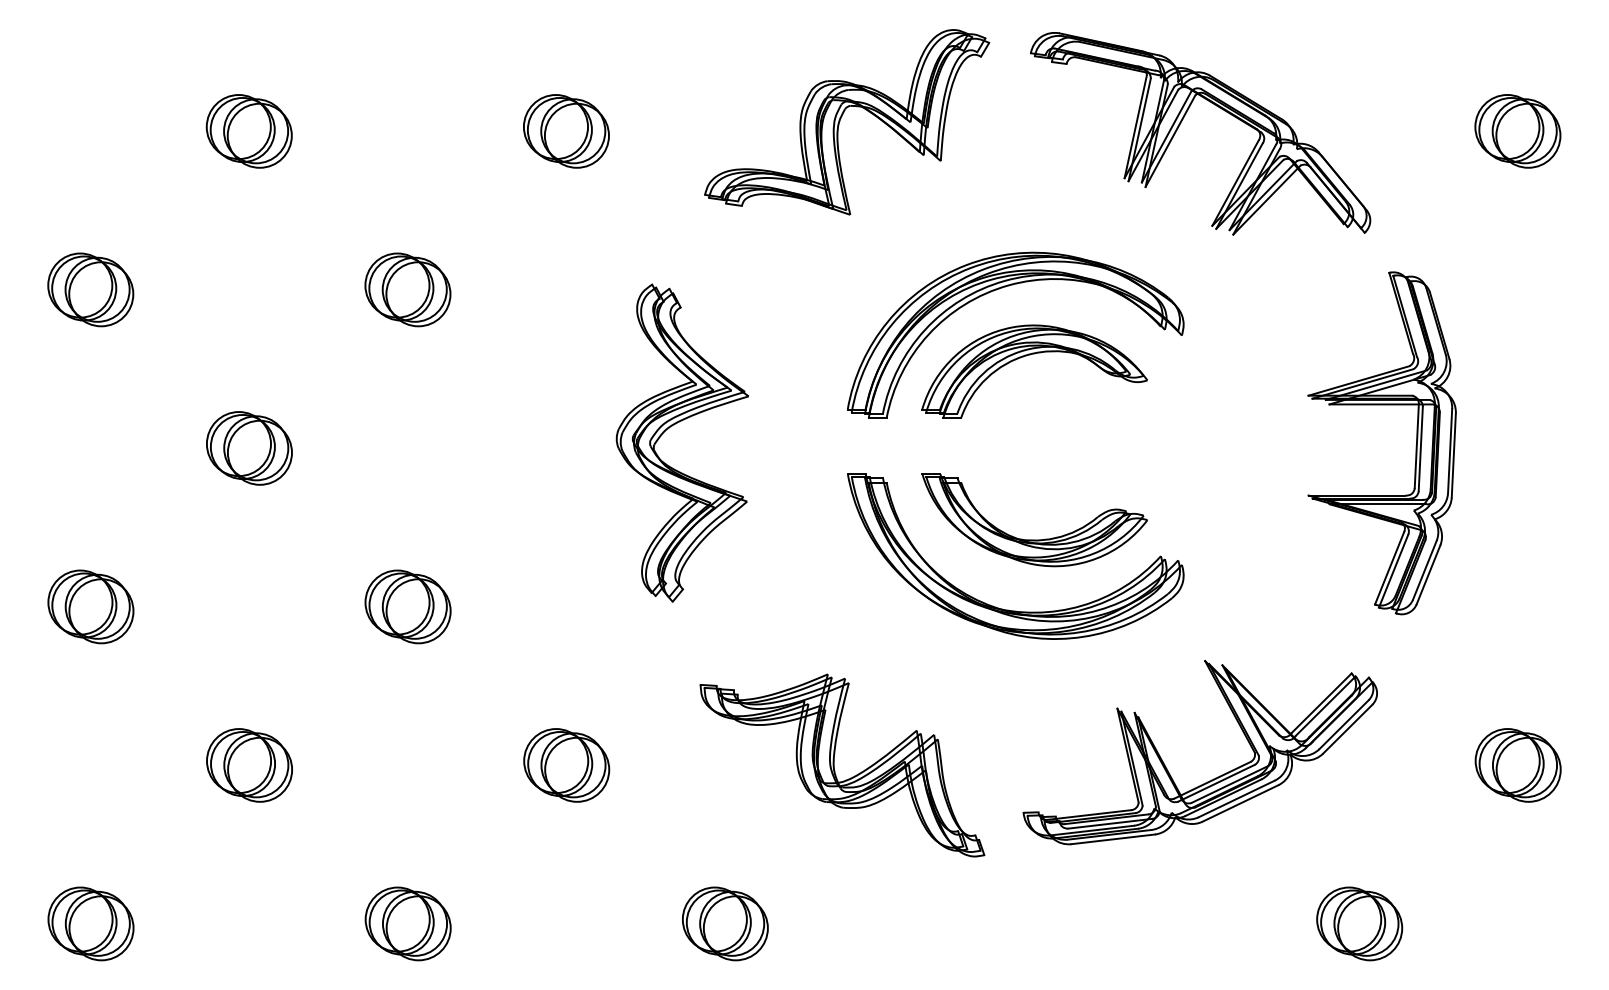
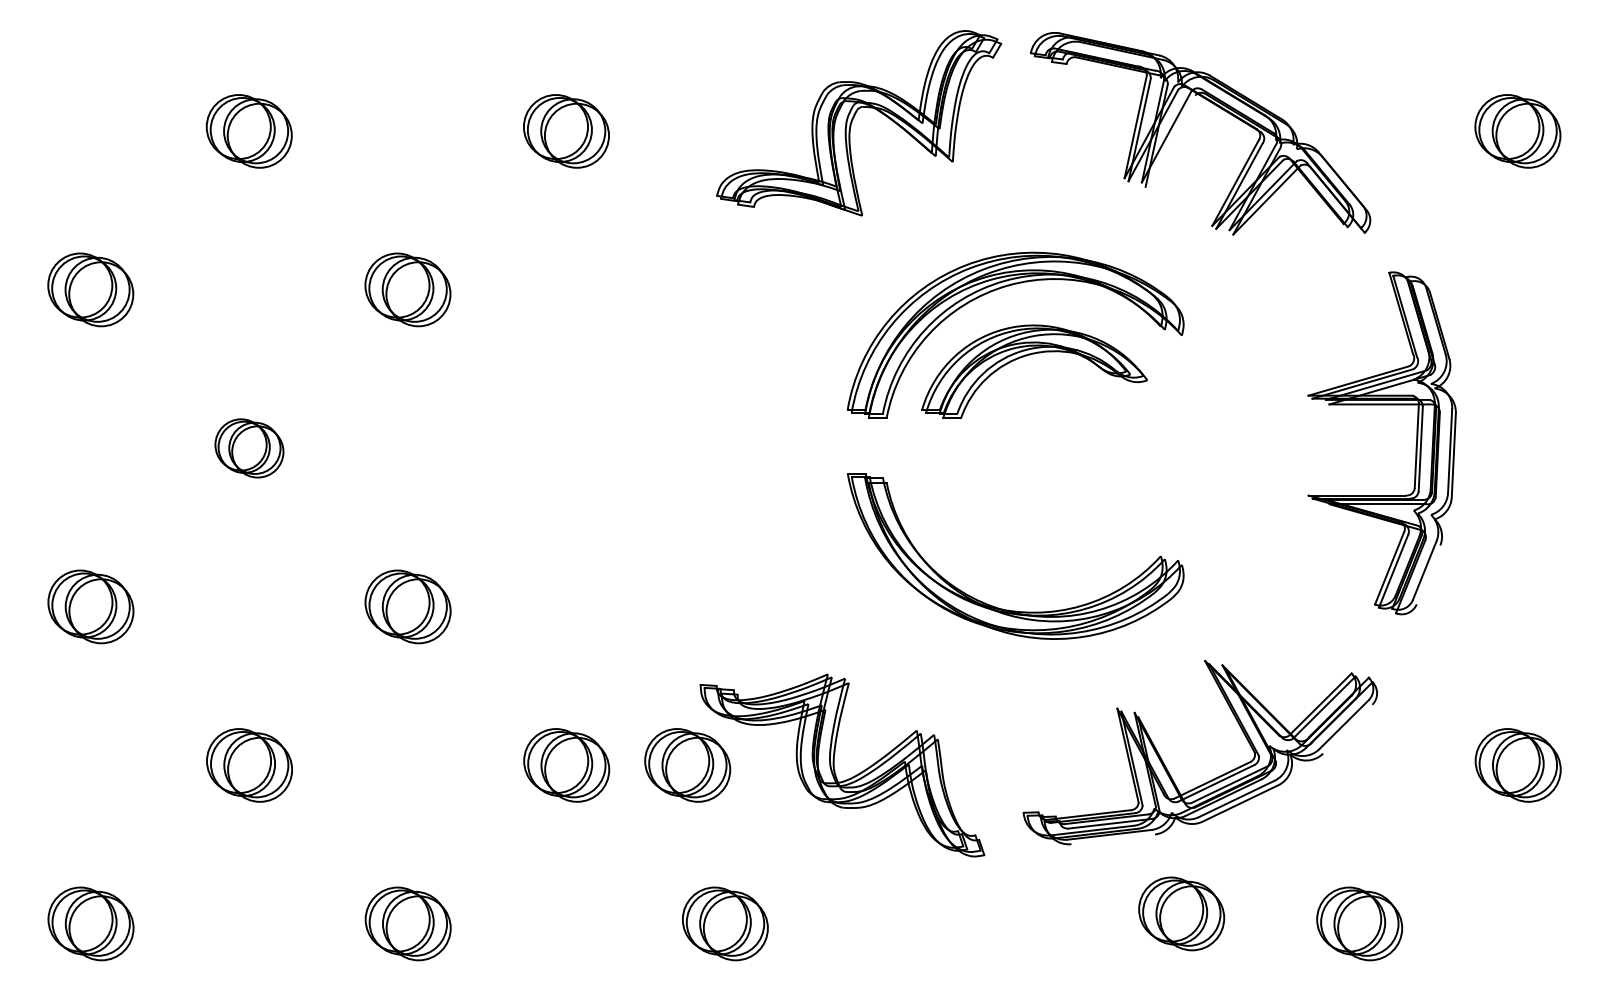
part at (840, 121) position: (840, 121) -> (852, 122)
line at (1170, 140): present -> none
part at (672, 426): present -> none
part at (249, 448) size: 87x75 px -> 71x61 px
part at (1034, 539): present -> none
line at (1428, 574): present -> none
line at (1347, 728): present -> none
part at (687, 765): none -> present
line at (1113, 839): present -> none
part at (1181, 913): none -> present
